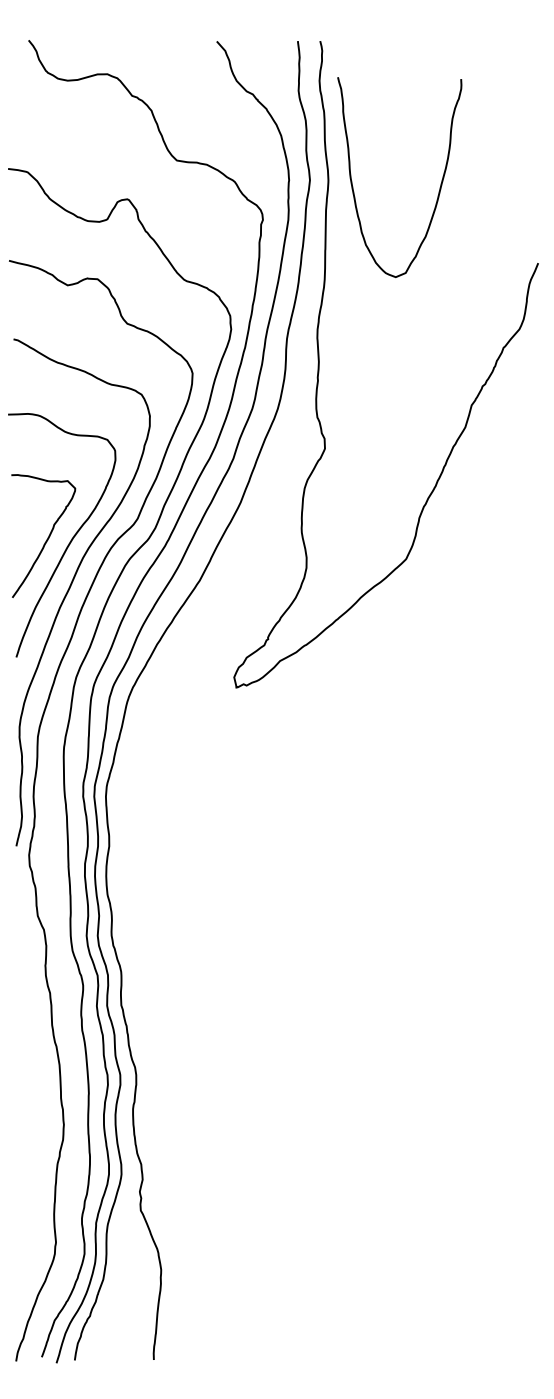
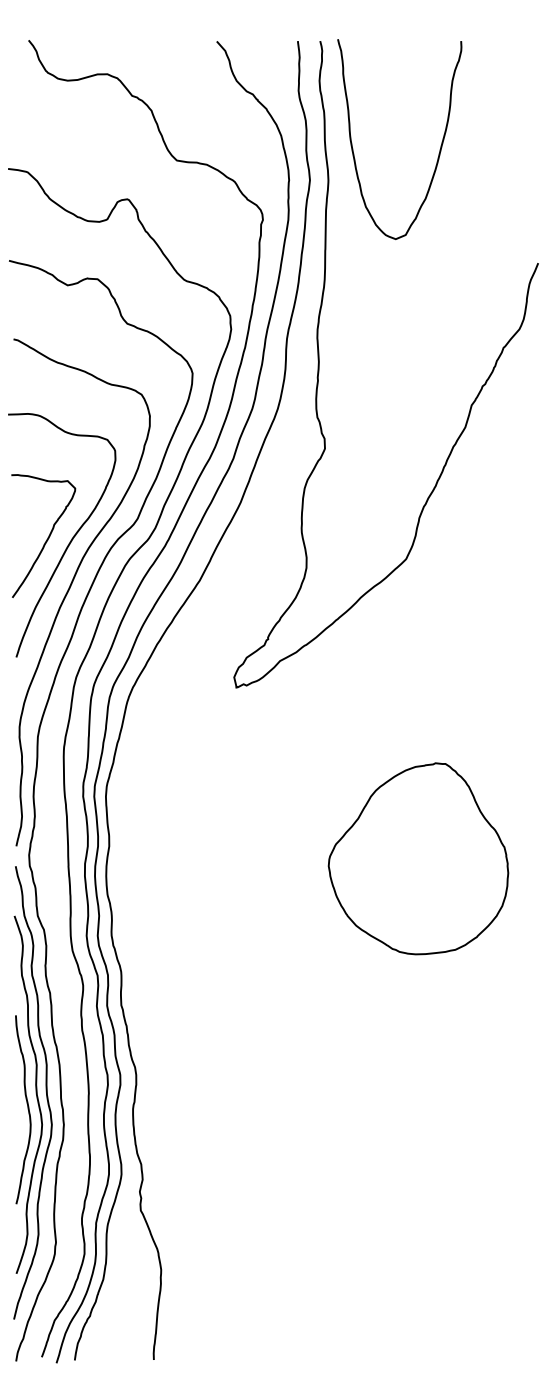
curve at (439, 187) position: (439, 187) -> (439, 149)
part at (418, 858): none -> present
part at (32, 1092): none -> present
